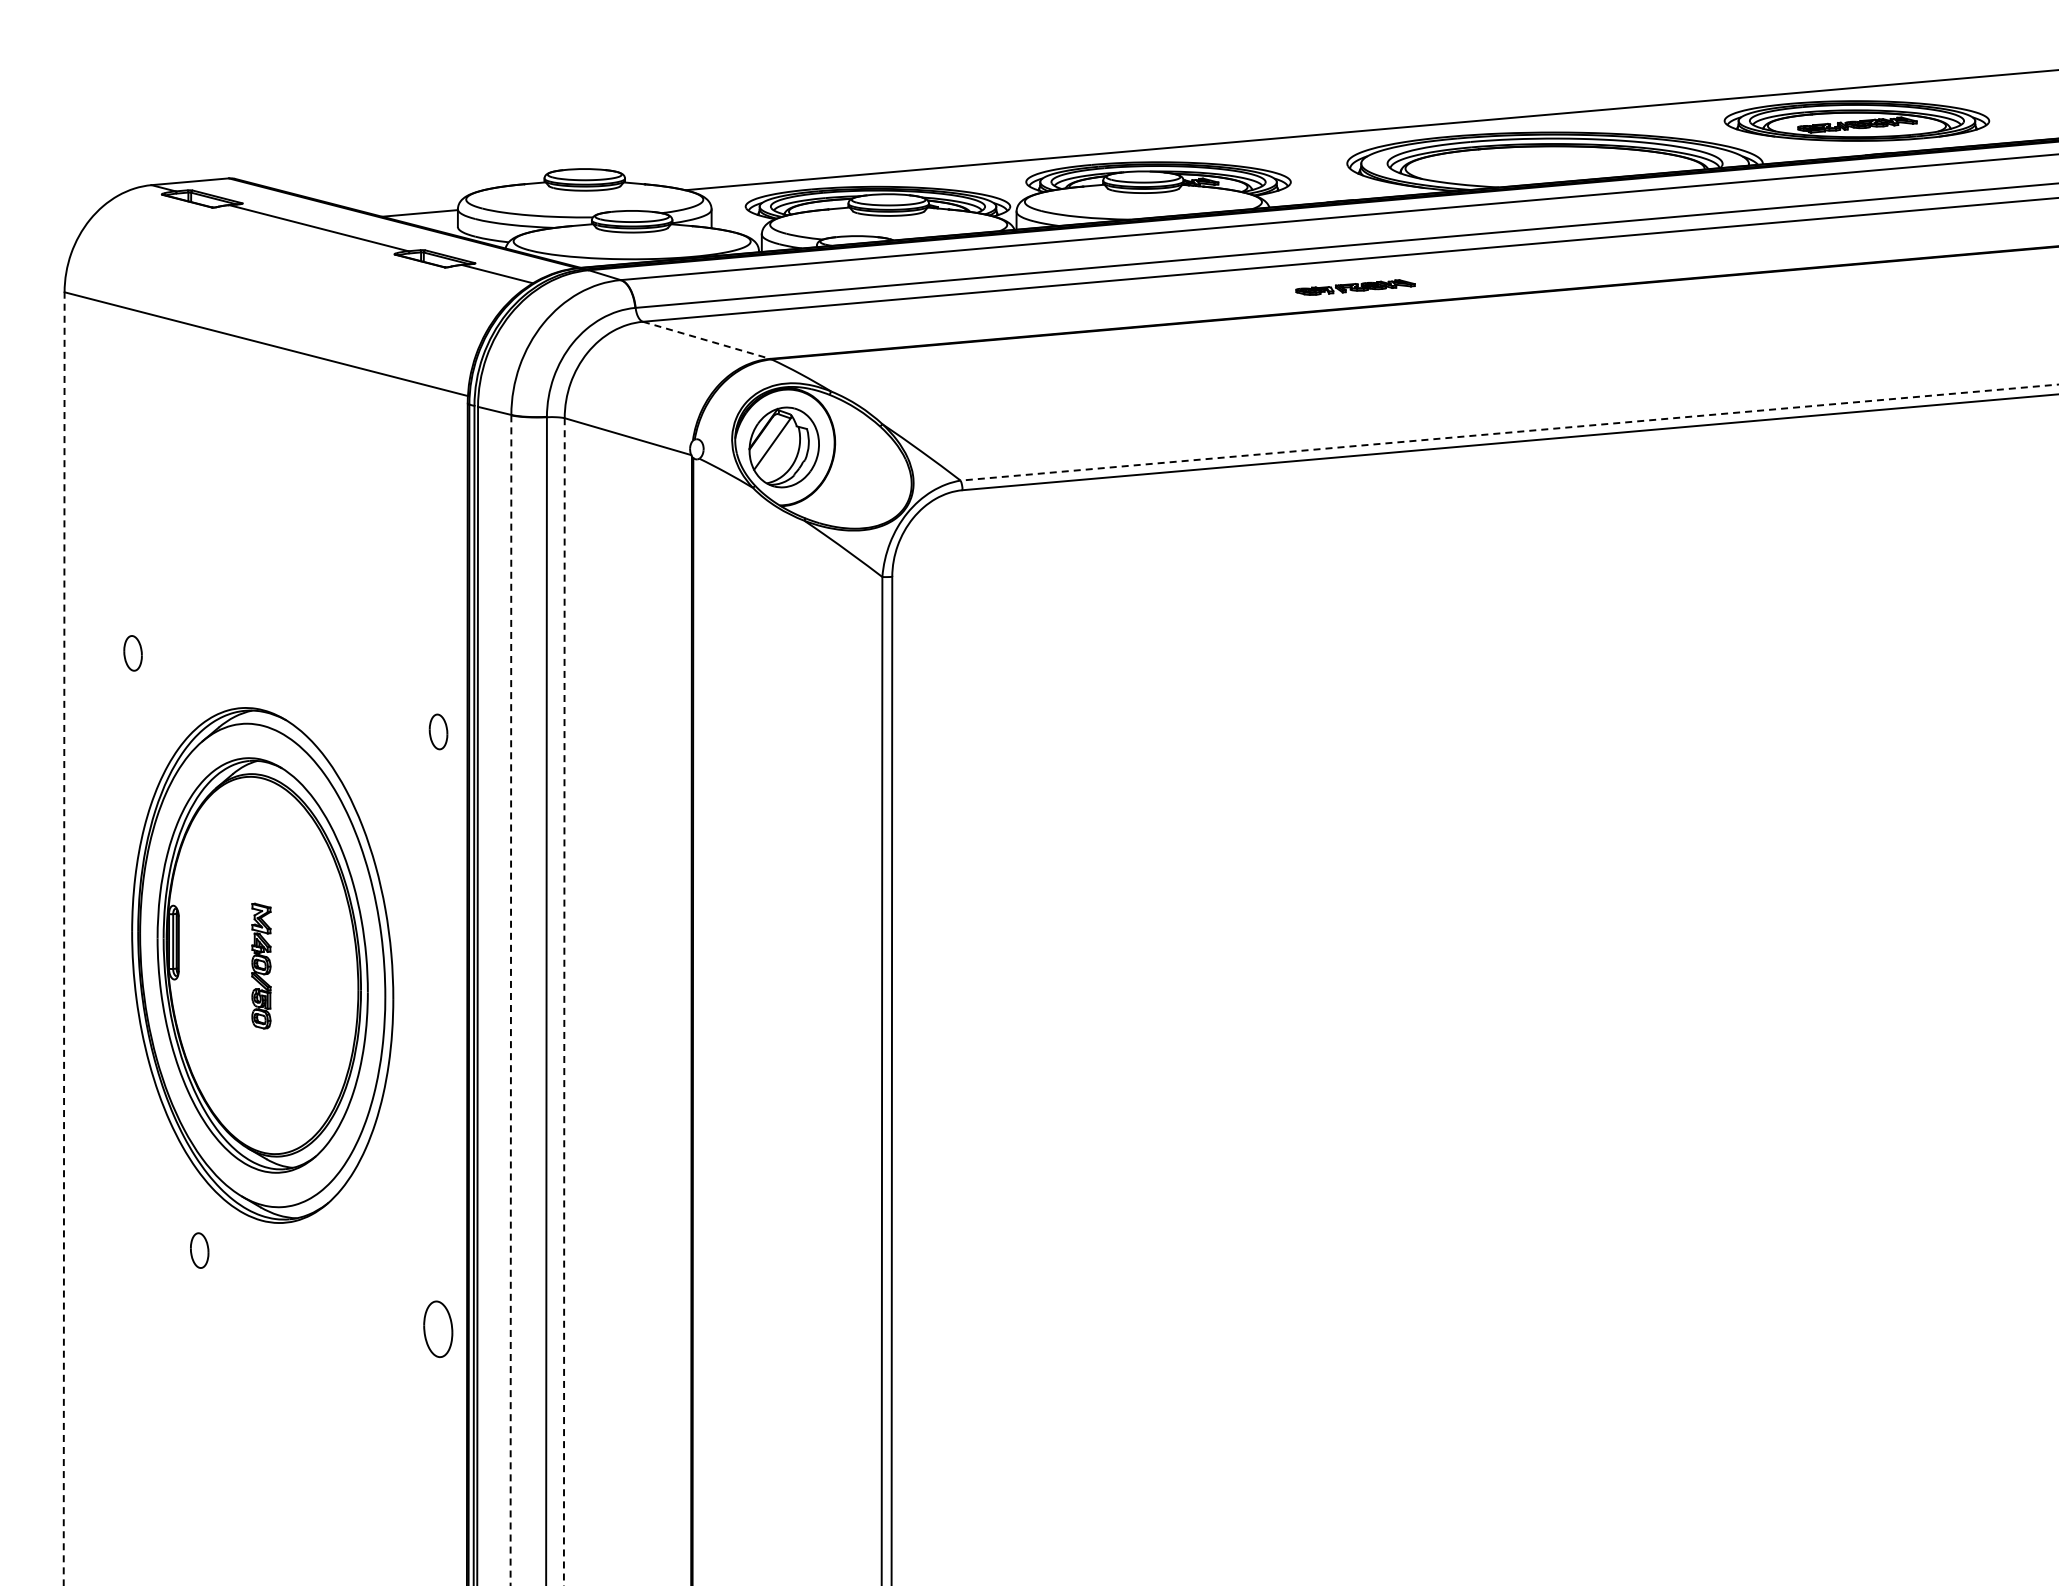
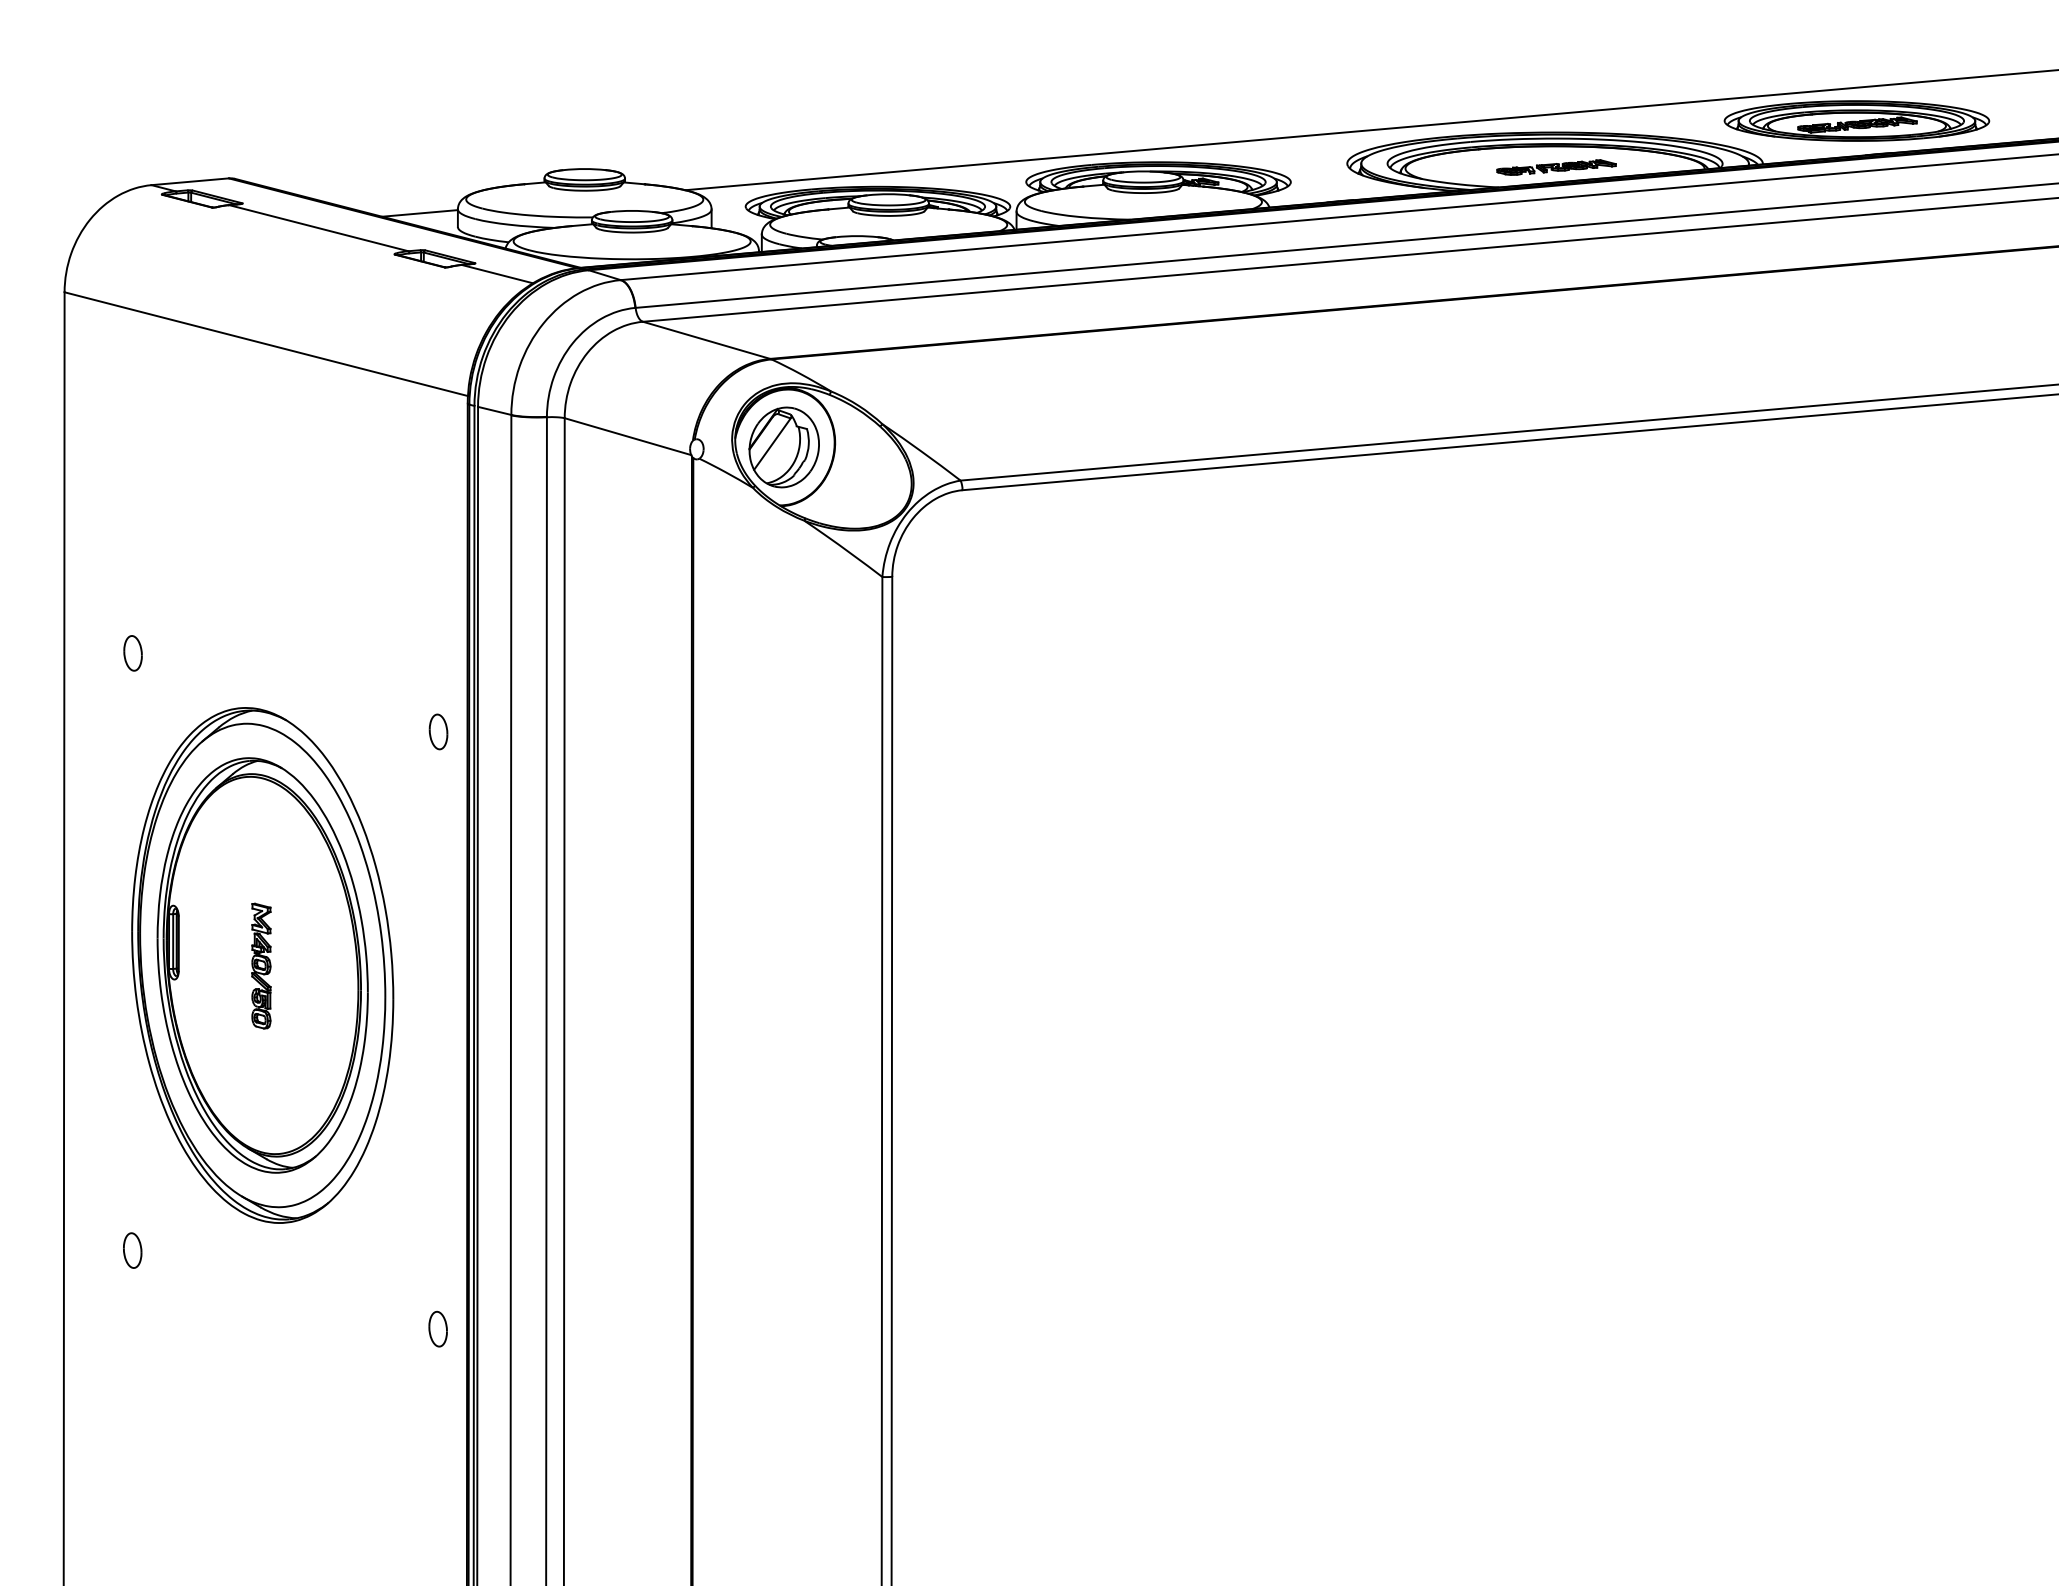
part at (1355, 287) position: (1355, 287) -> (1556, 167)
line at (707, 340): dashed -> solid
line at (1509, 432): dashed -> solid
line at (64, 938): dashed -> solid
line at (510, 1000): dashed -> solid
line at (564, 1002): dashed -> solid
part at (199, 1250) position: (199, 1250) -> (132, 1250)
part at (438, 1328) size: 31x58 px -> 20x38 px
